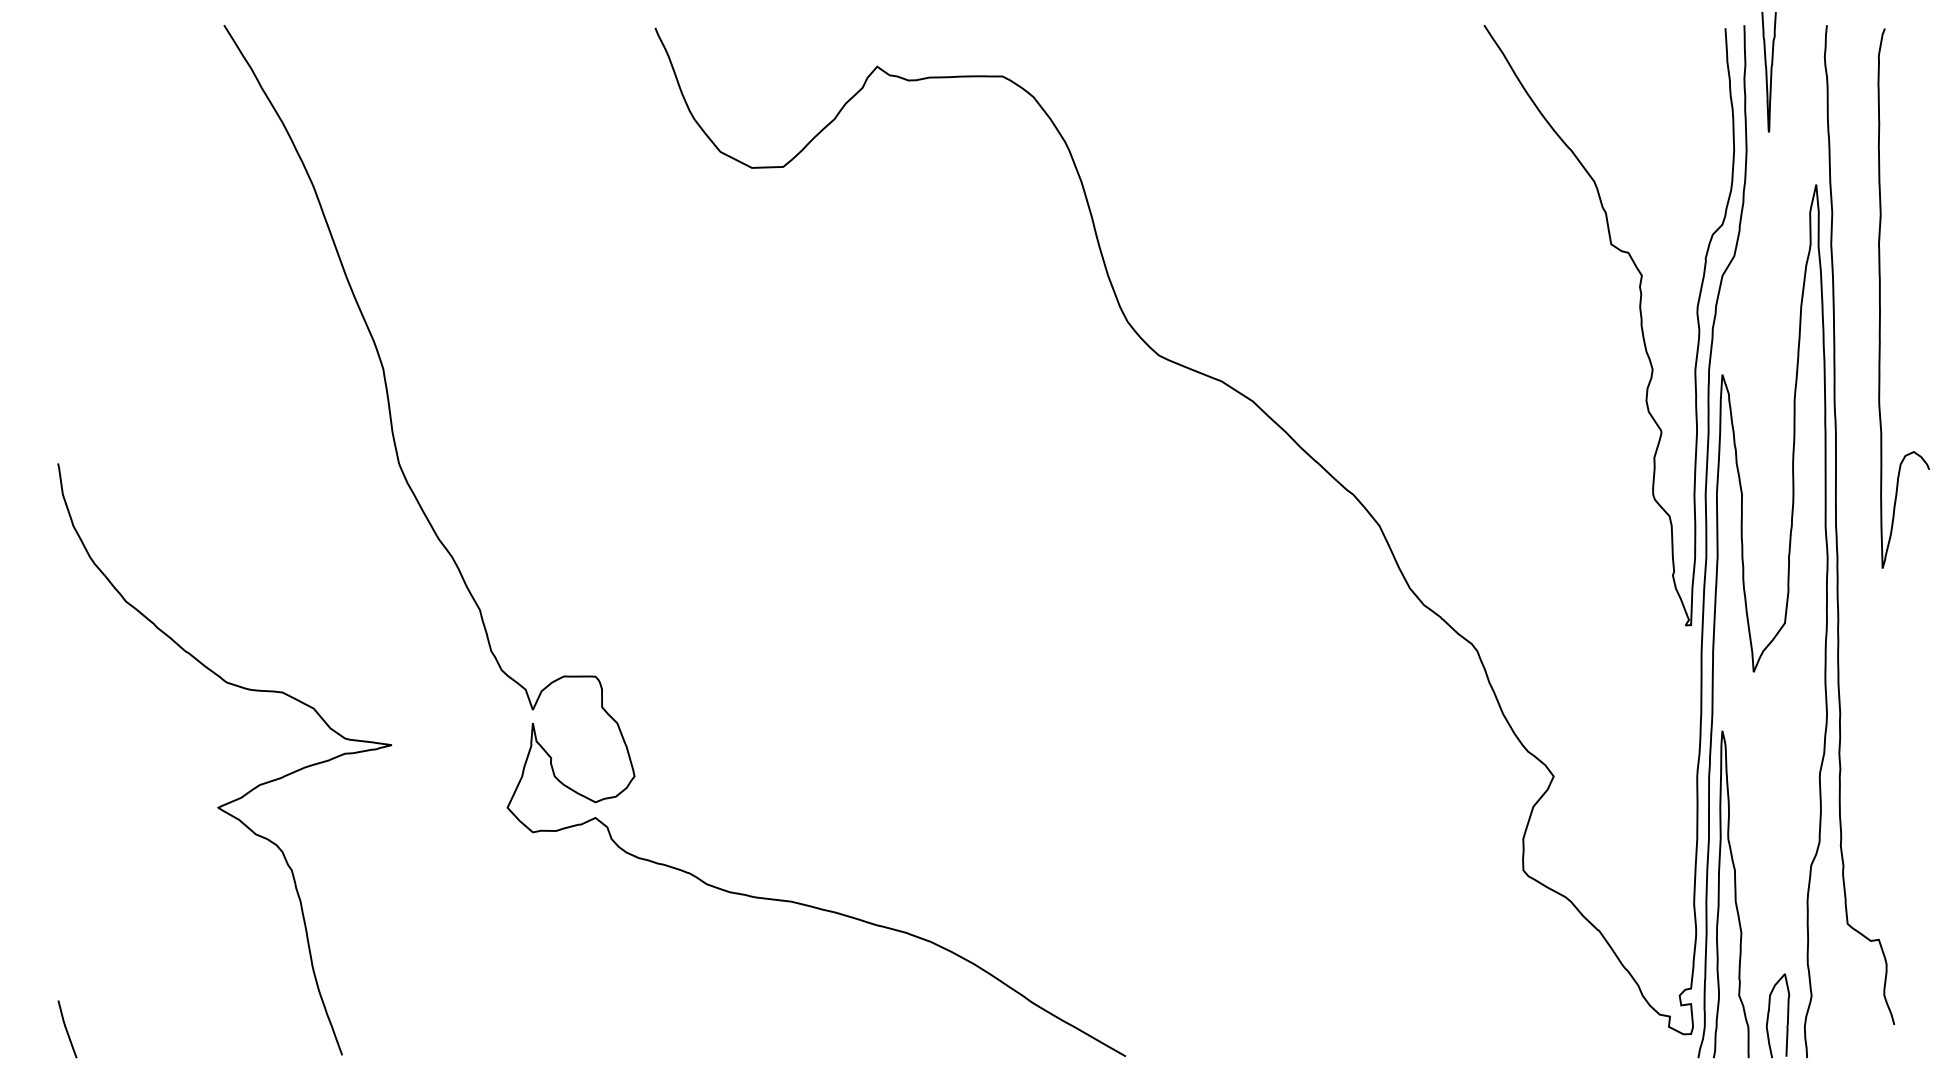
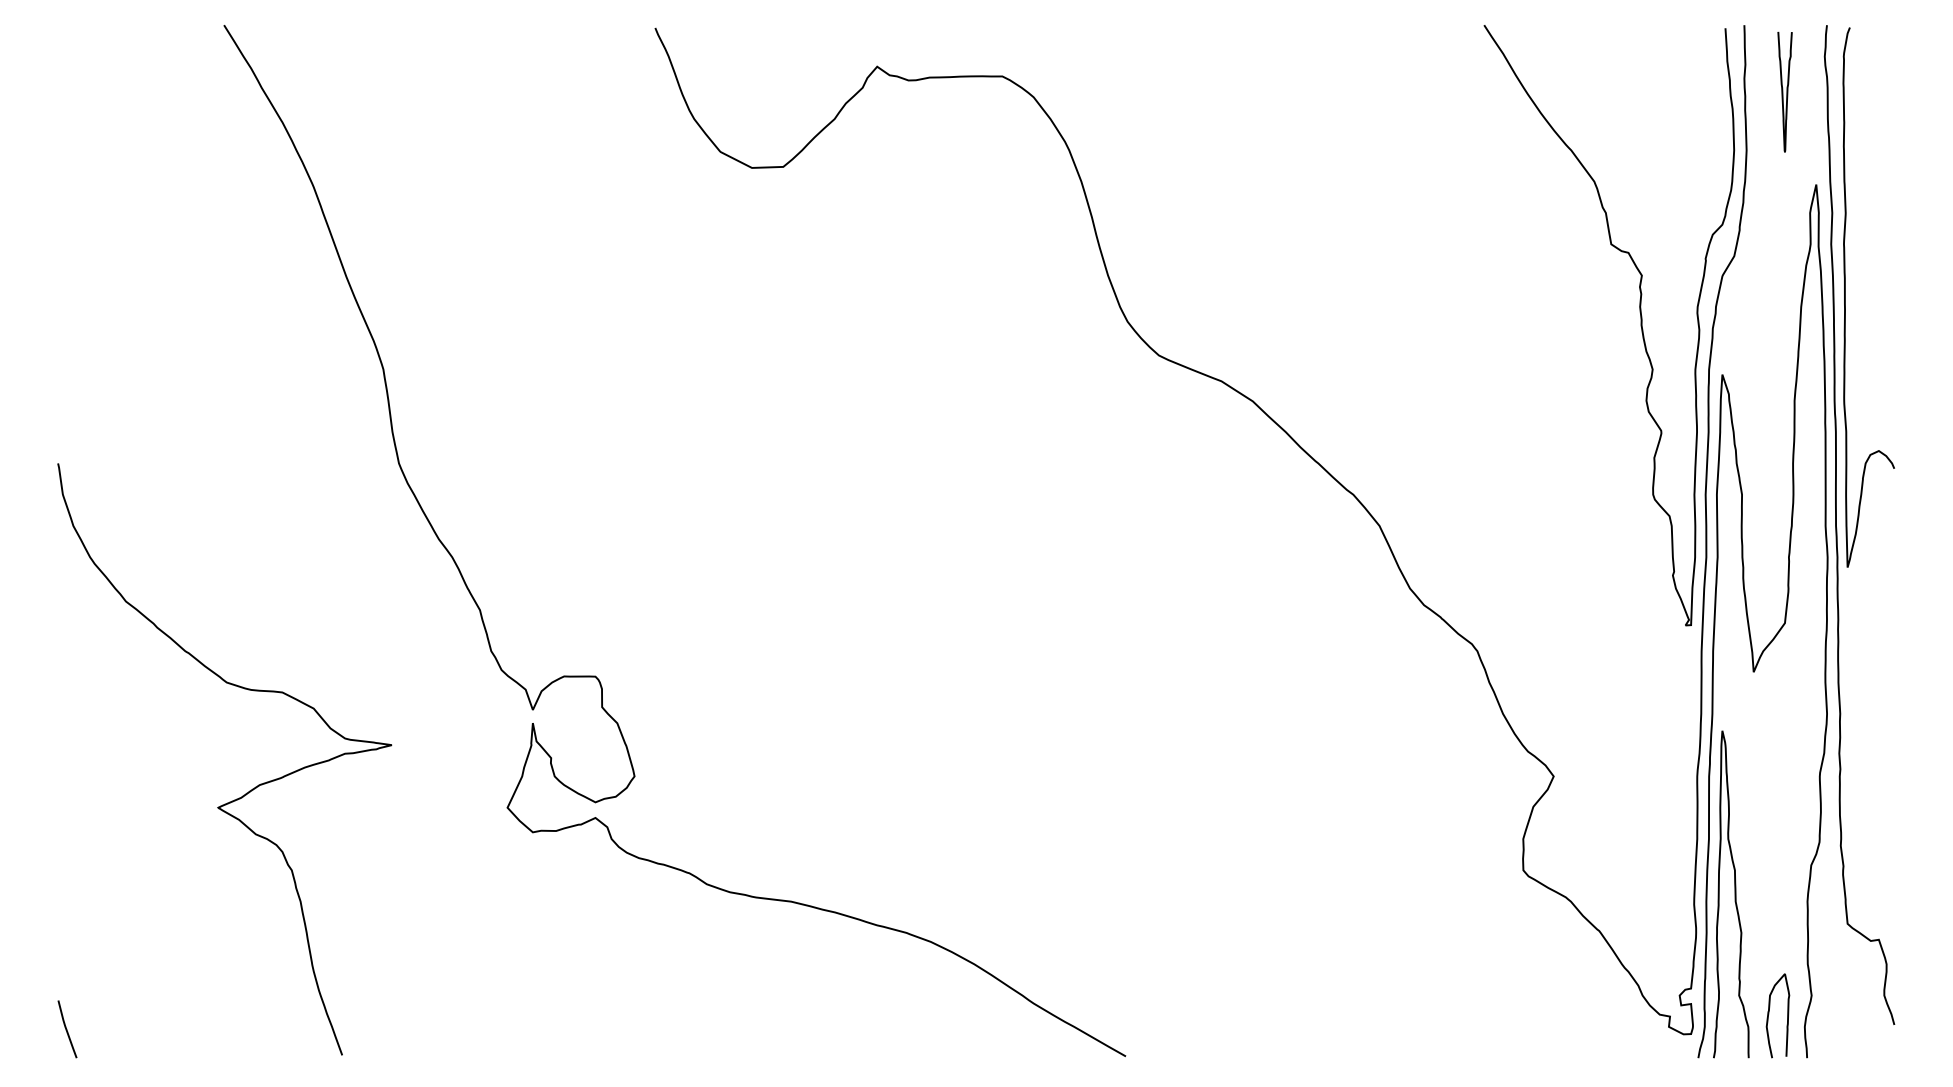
curve at (1767, 71) position: (1767, 71) -> (1783, 91)
curve at (1880, 298) position: (1880, 298) -> (1845, 297)
